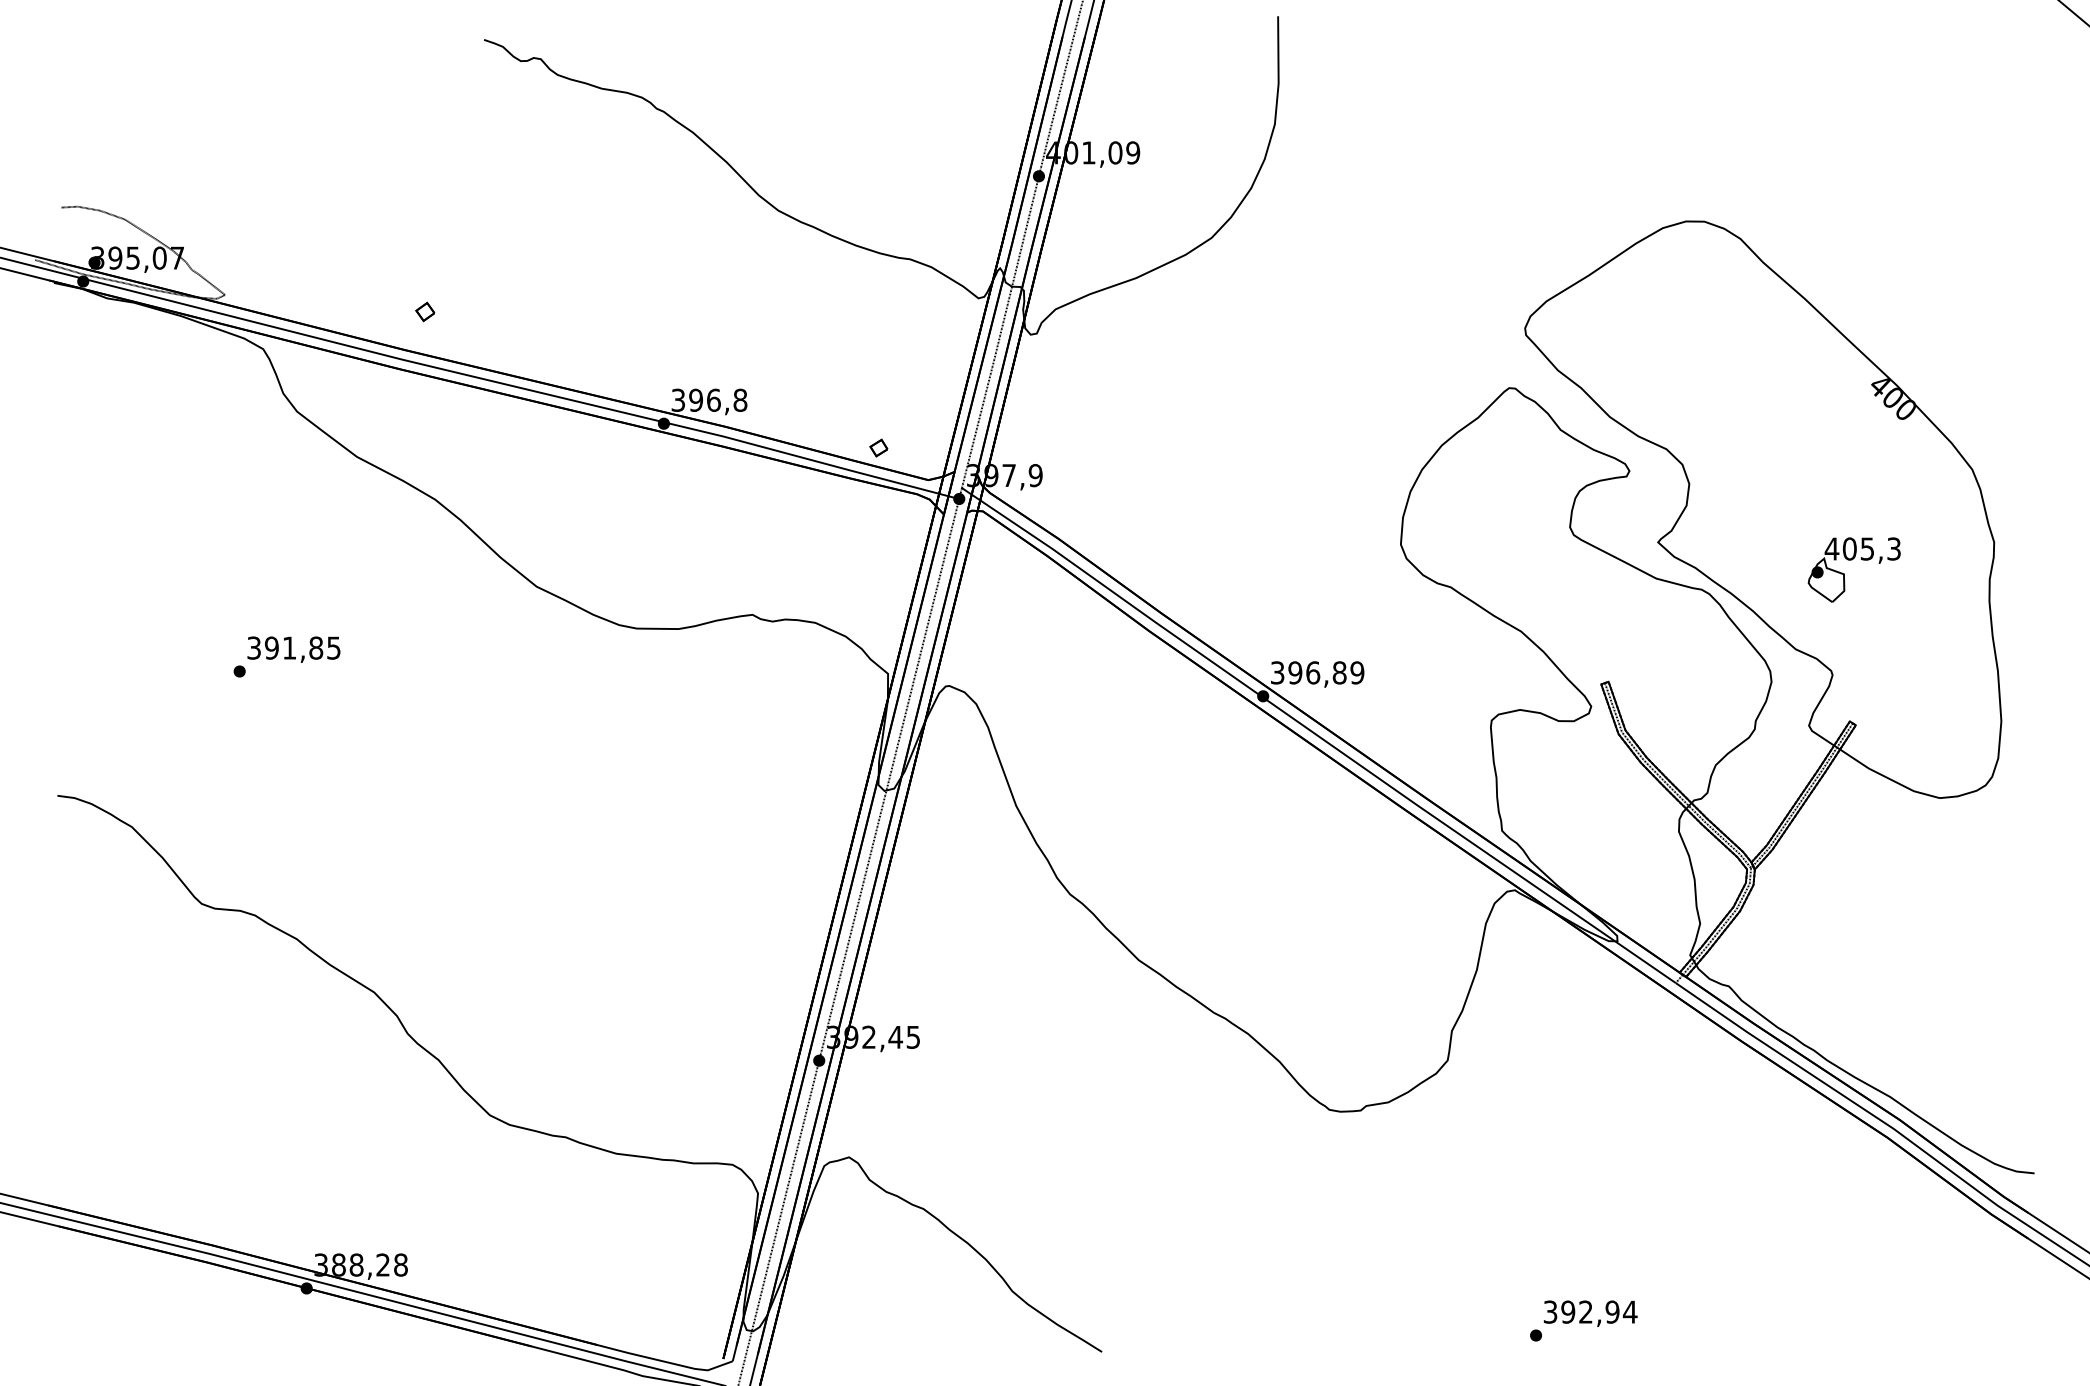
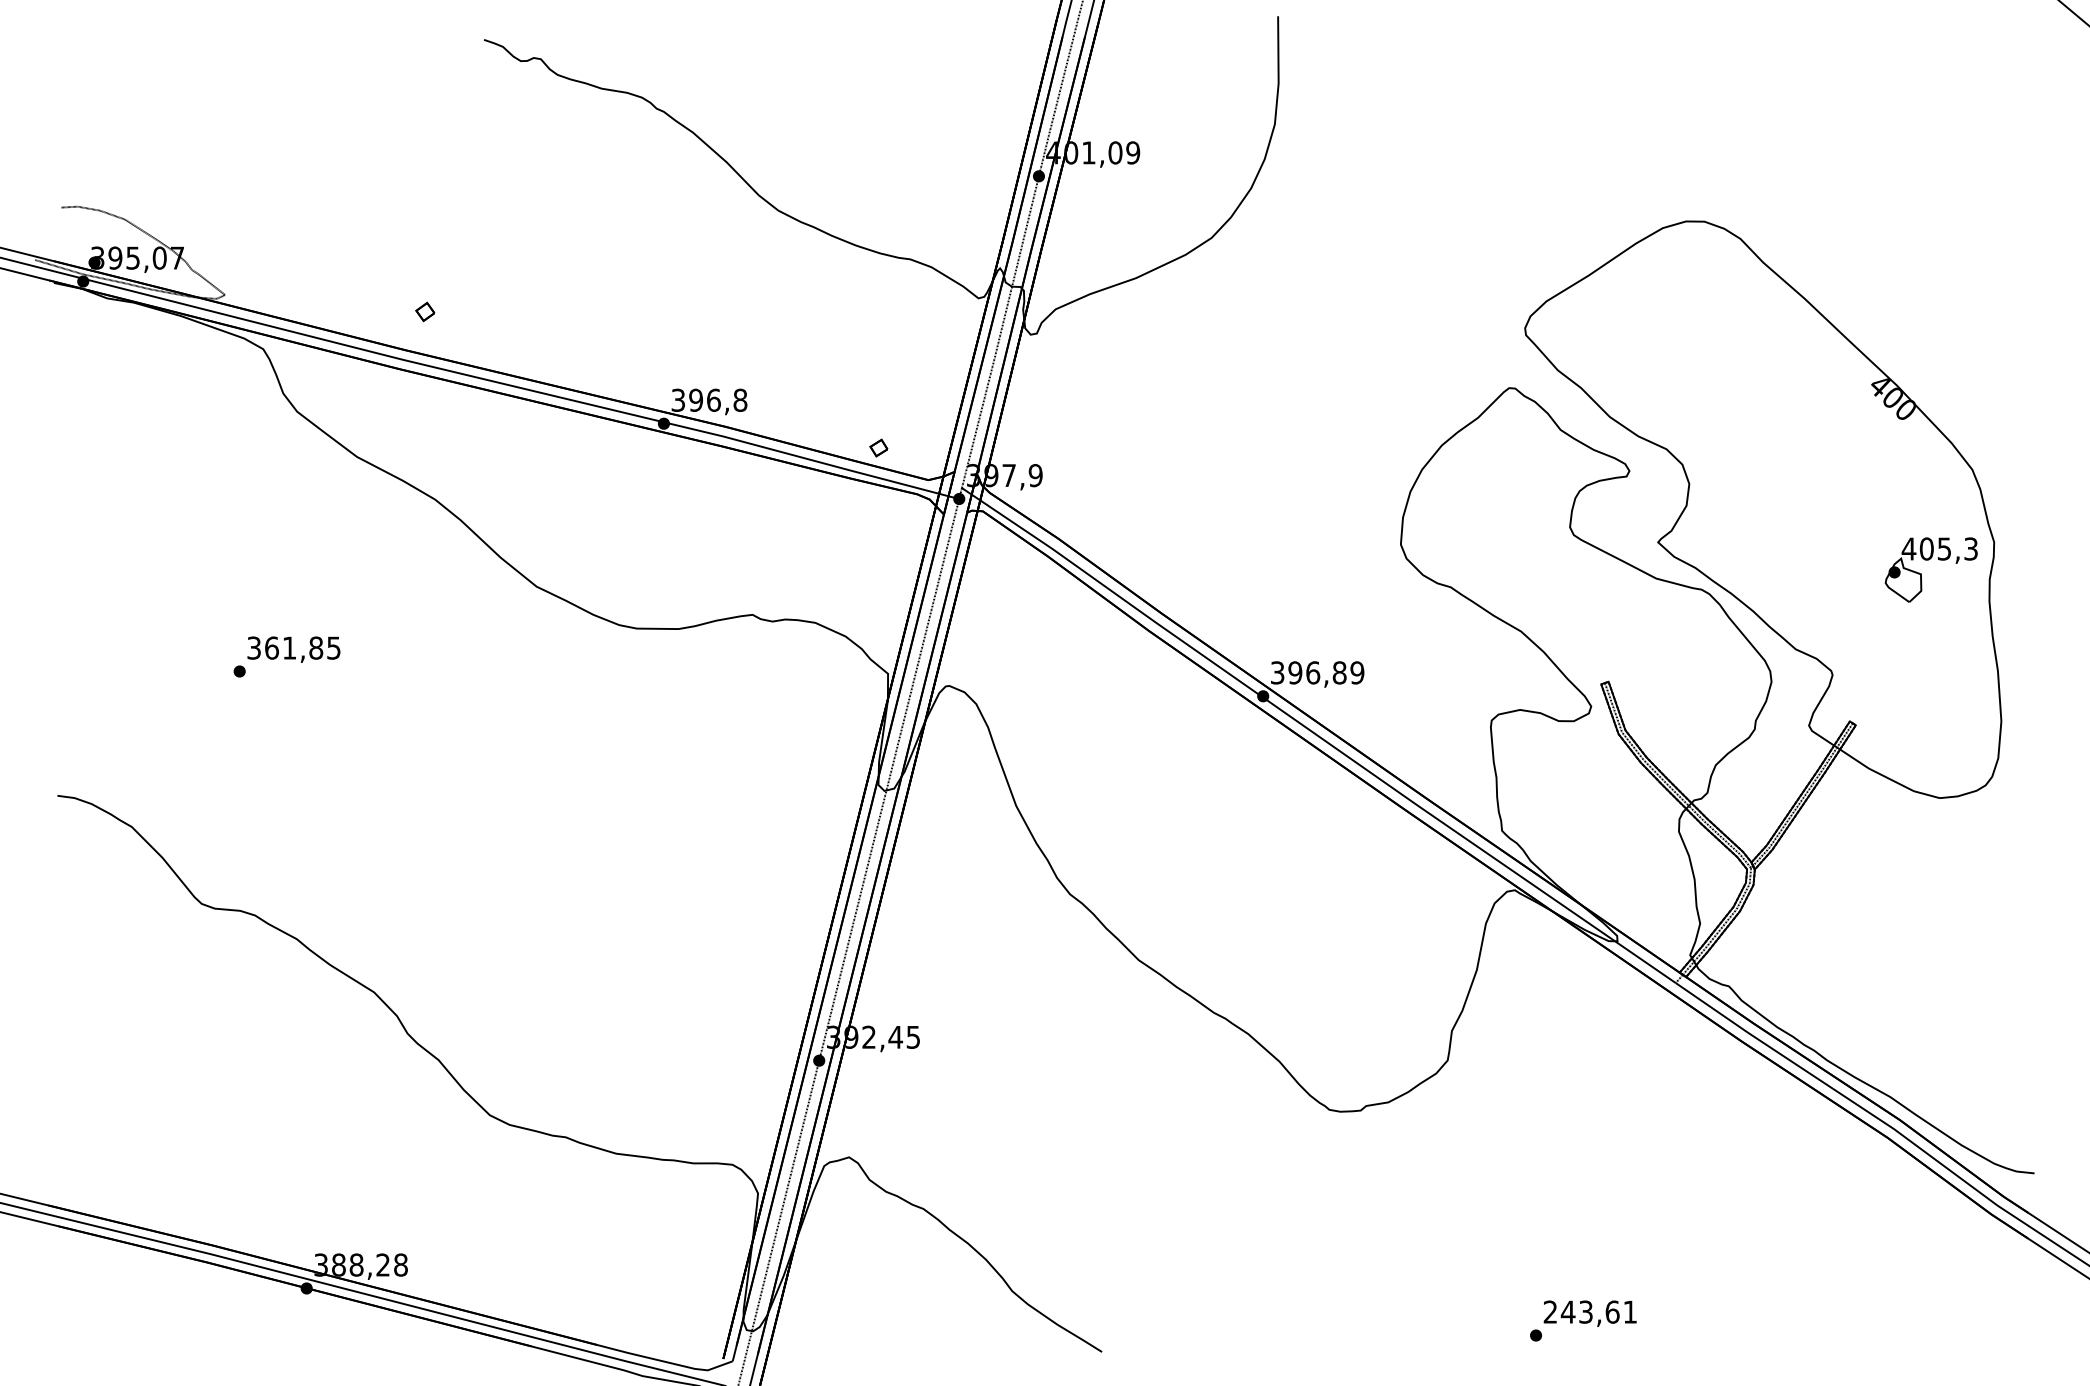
part at (1851, 560) position: (1851, 560) -> (1928, 560)
text at (271, 647): 391,85 -> 361,85
text at (1590, 1311): 392,94 -> 243,61
